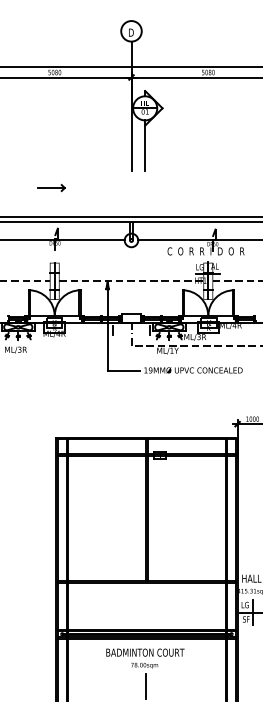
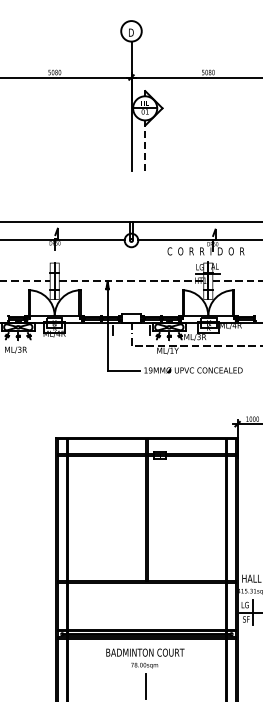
line at (130, 67): present -> none
line at (145, 145): solid -> dashed
part at (51, 188): present -> none
line at (130, 217): present -> none
